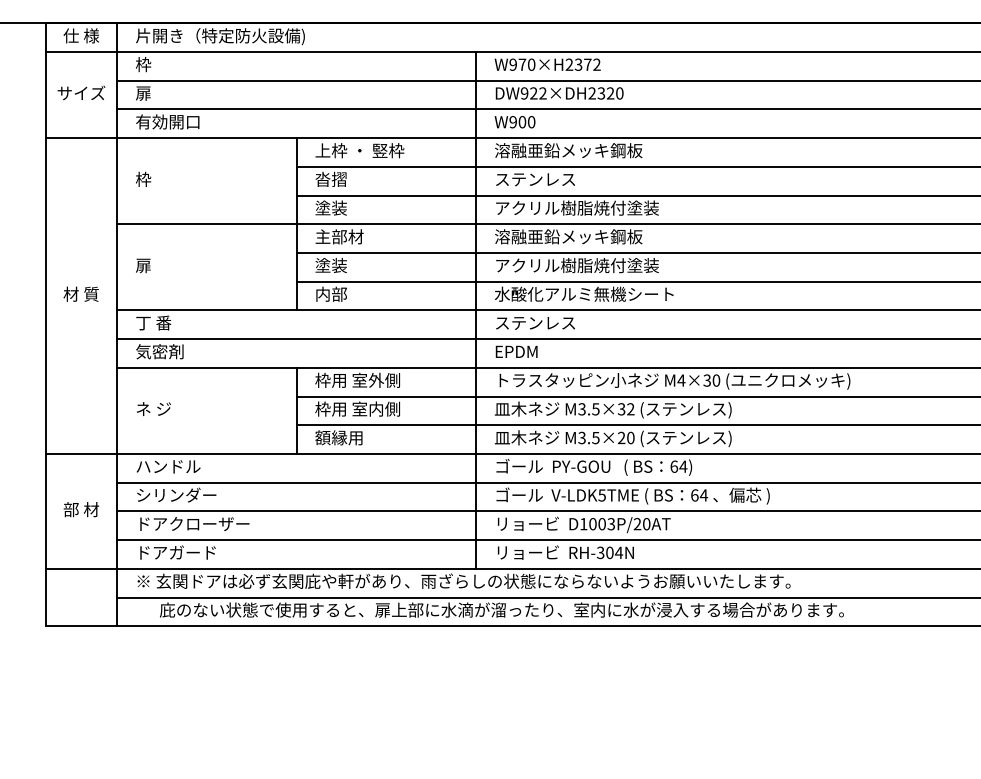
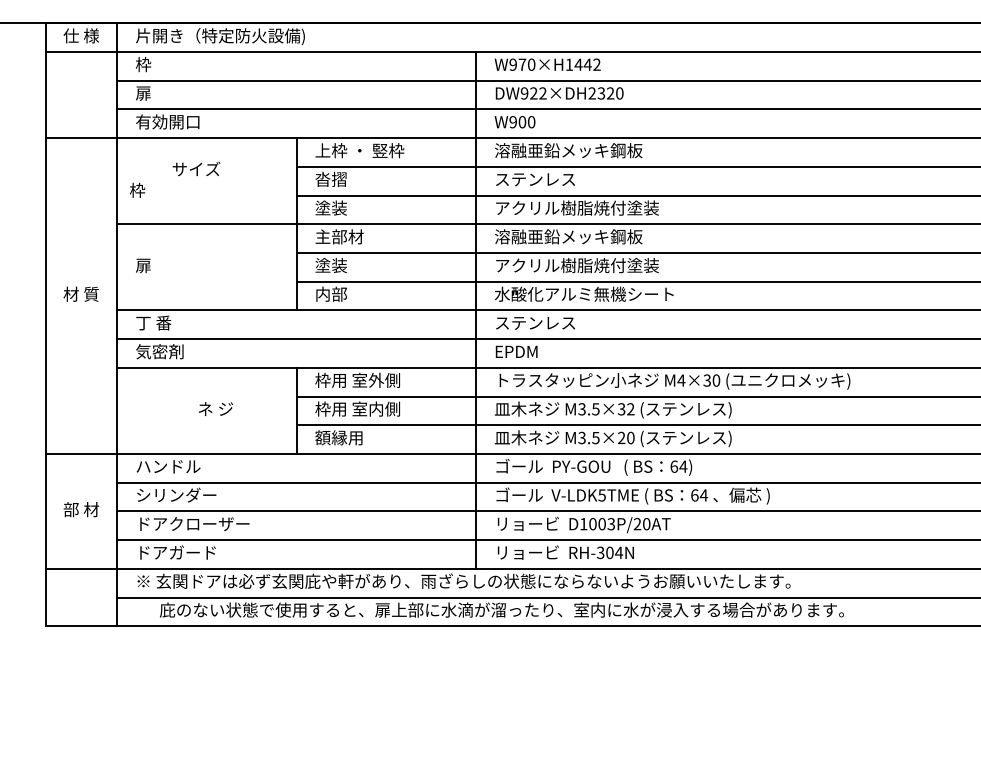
text at (578, 64): W970×H2372 -> W970×H1442
text at (81, 92) position: (81, 92) -> (196, 168)
text at (143, 178) position: (143, 178) -> (137, 189)
text at (153, 408) position: (153, 408) -> (215, 408)
